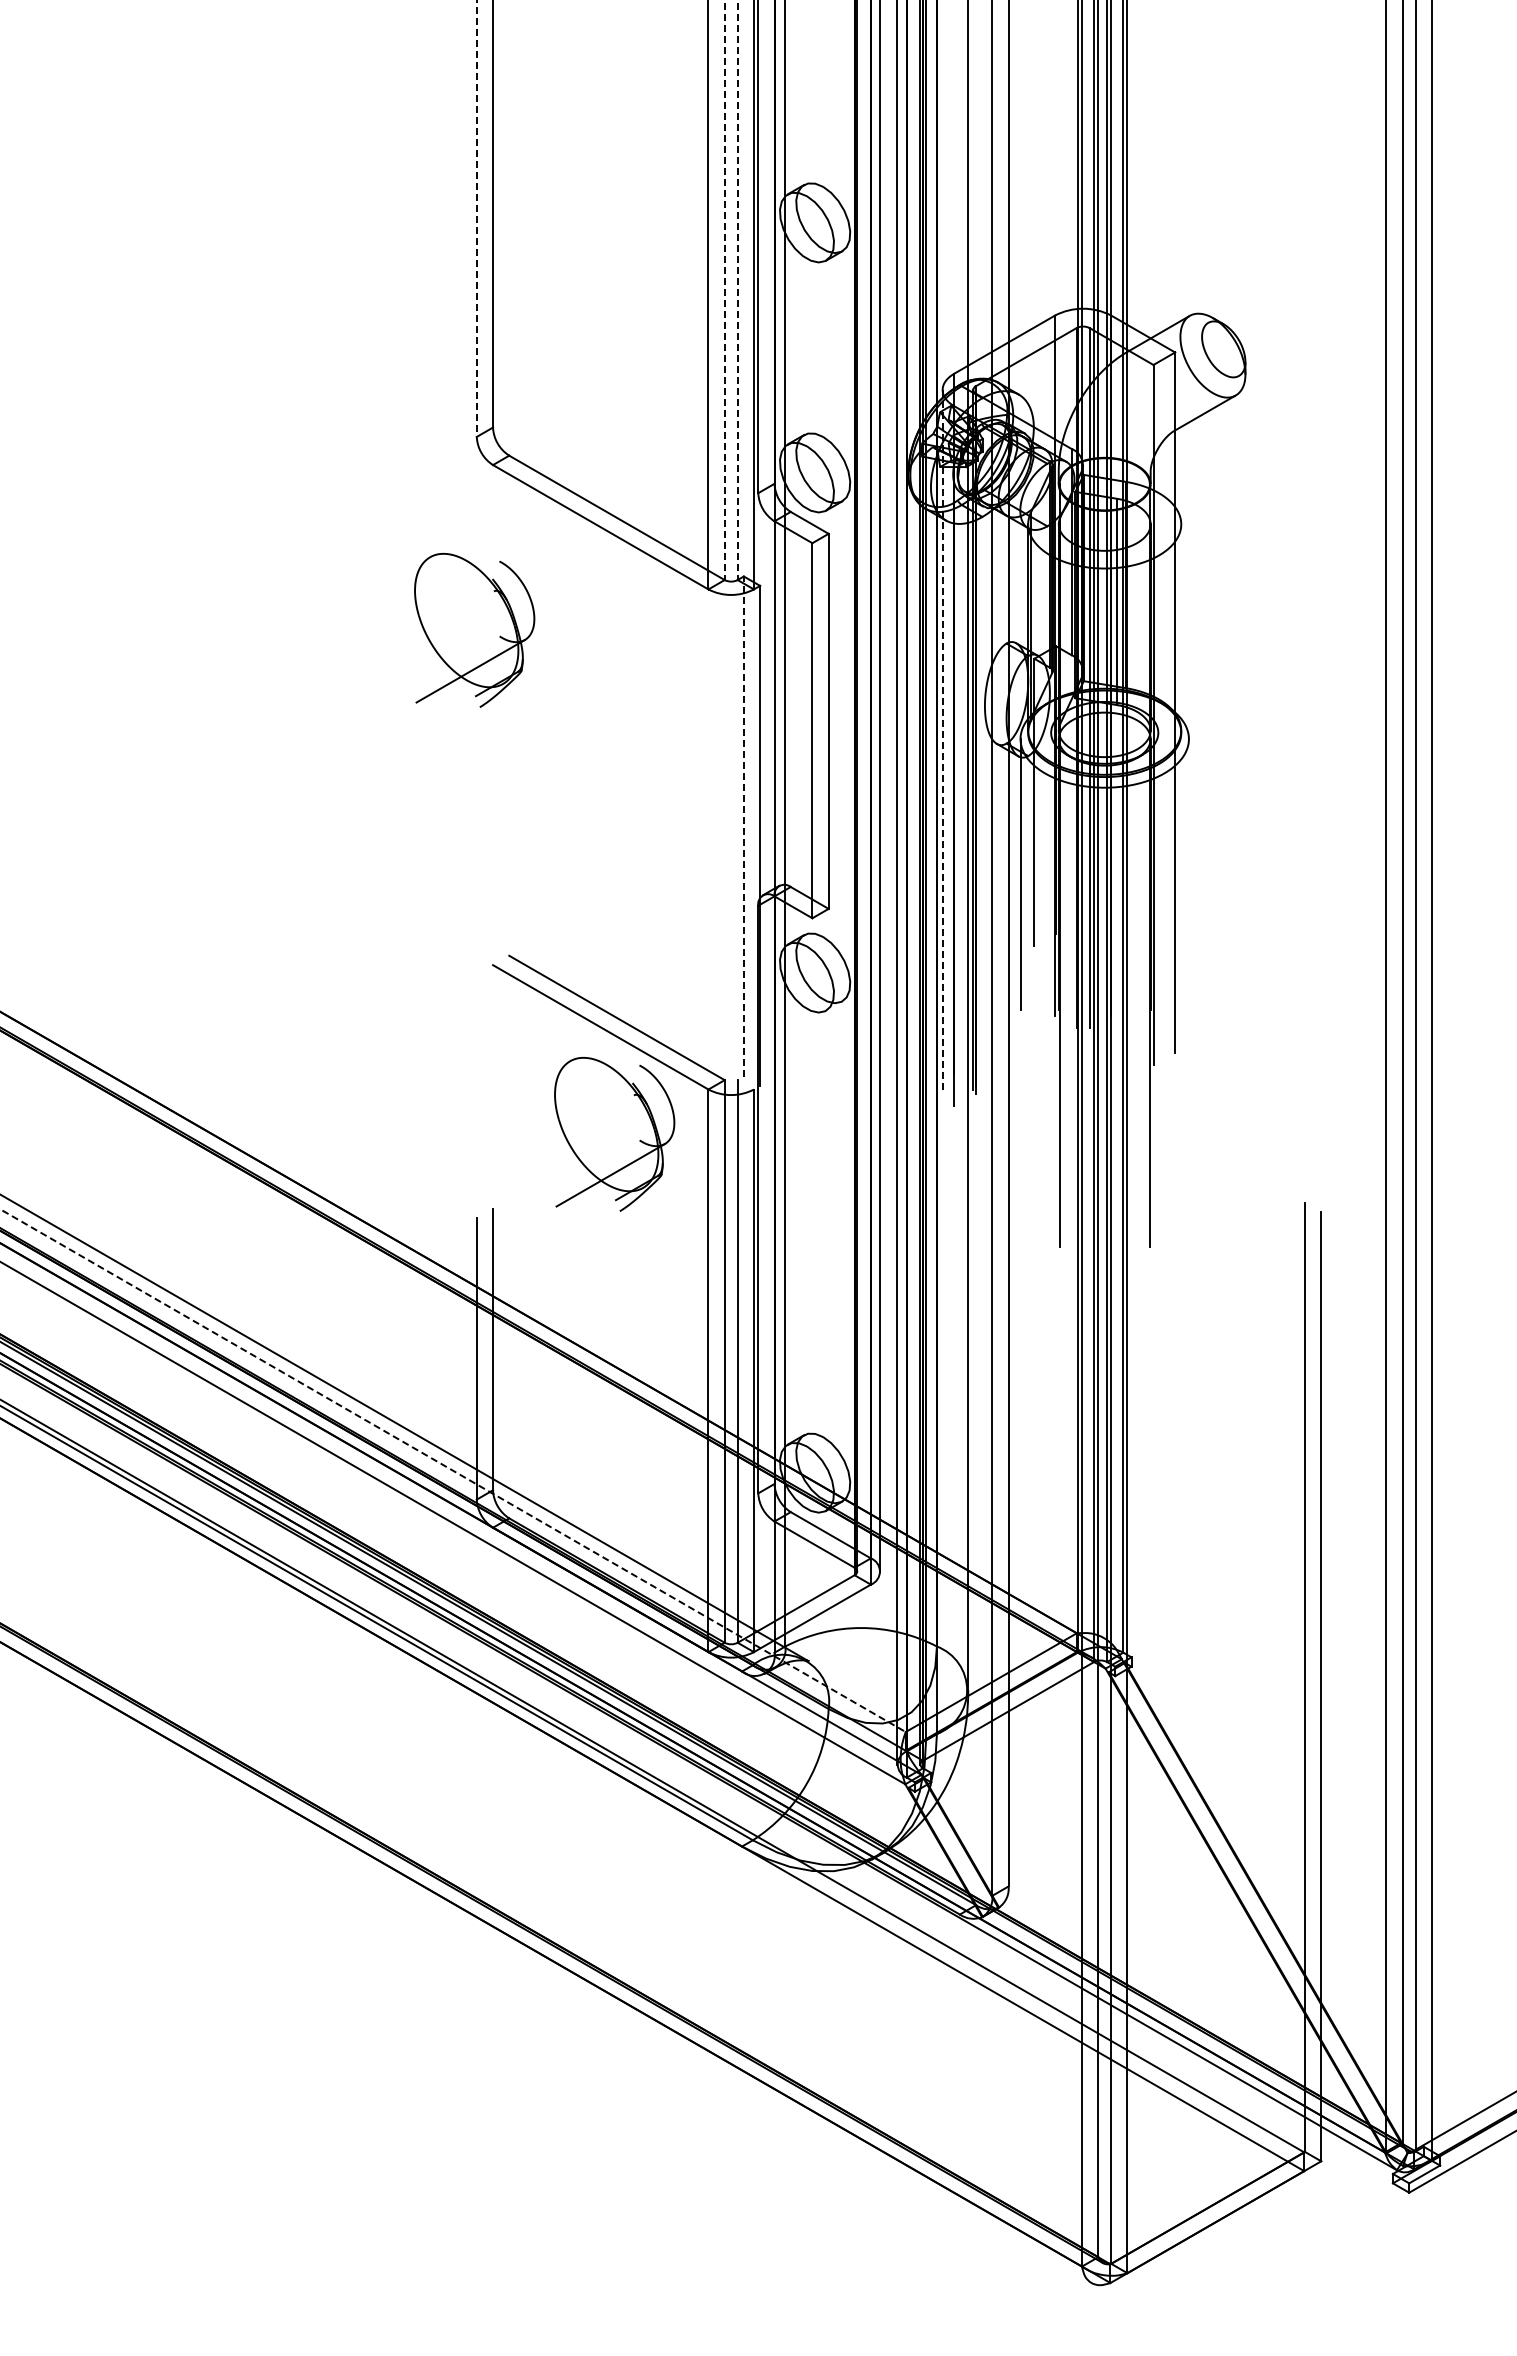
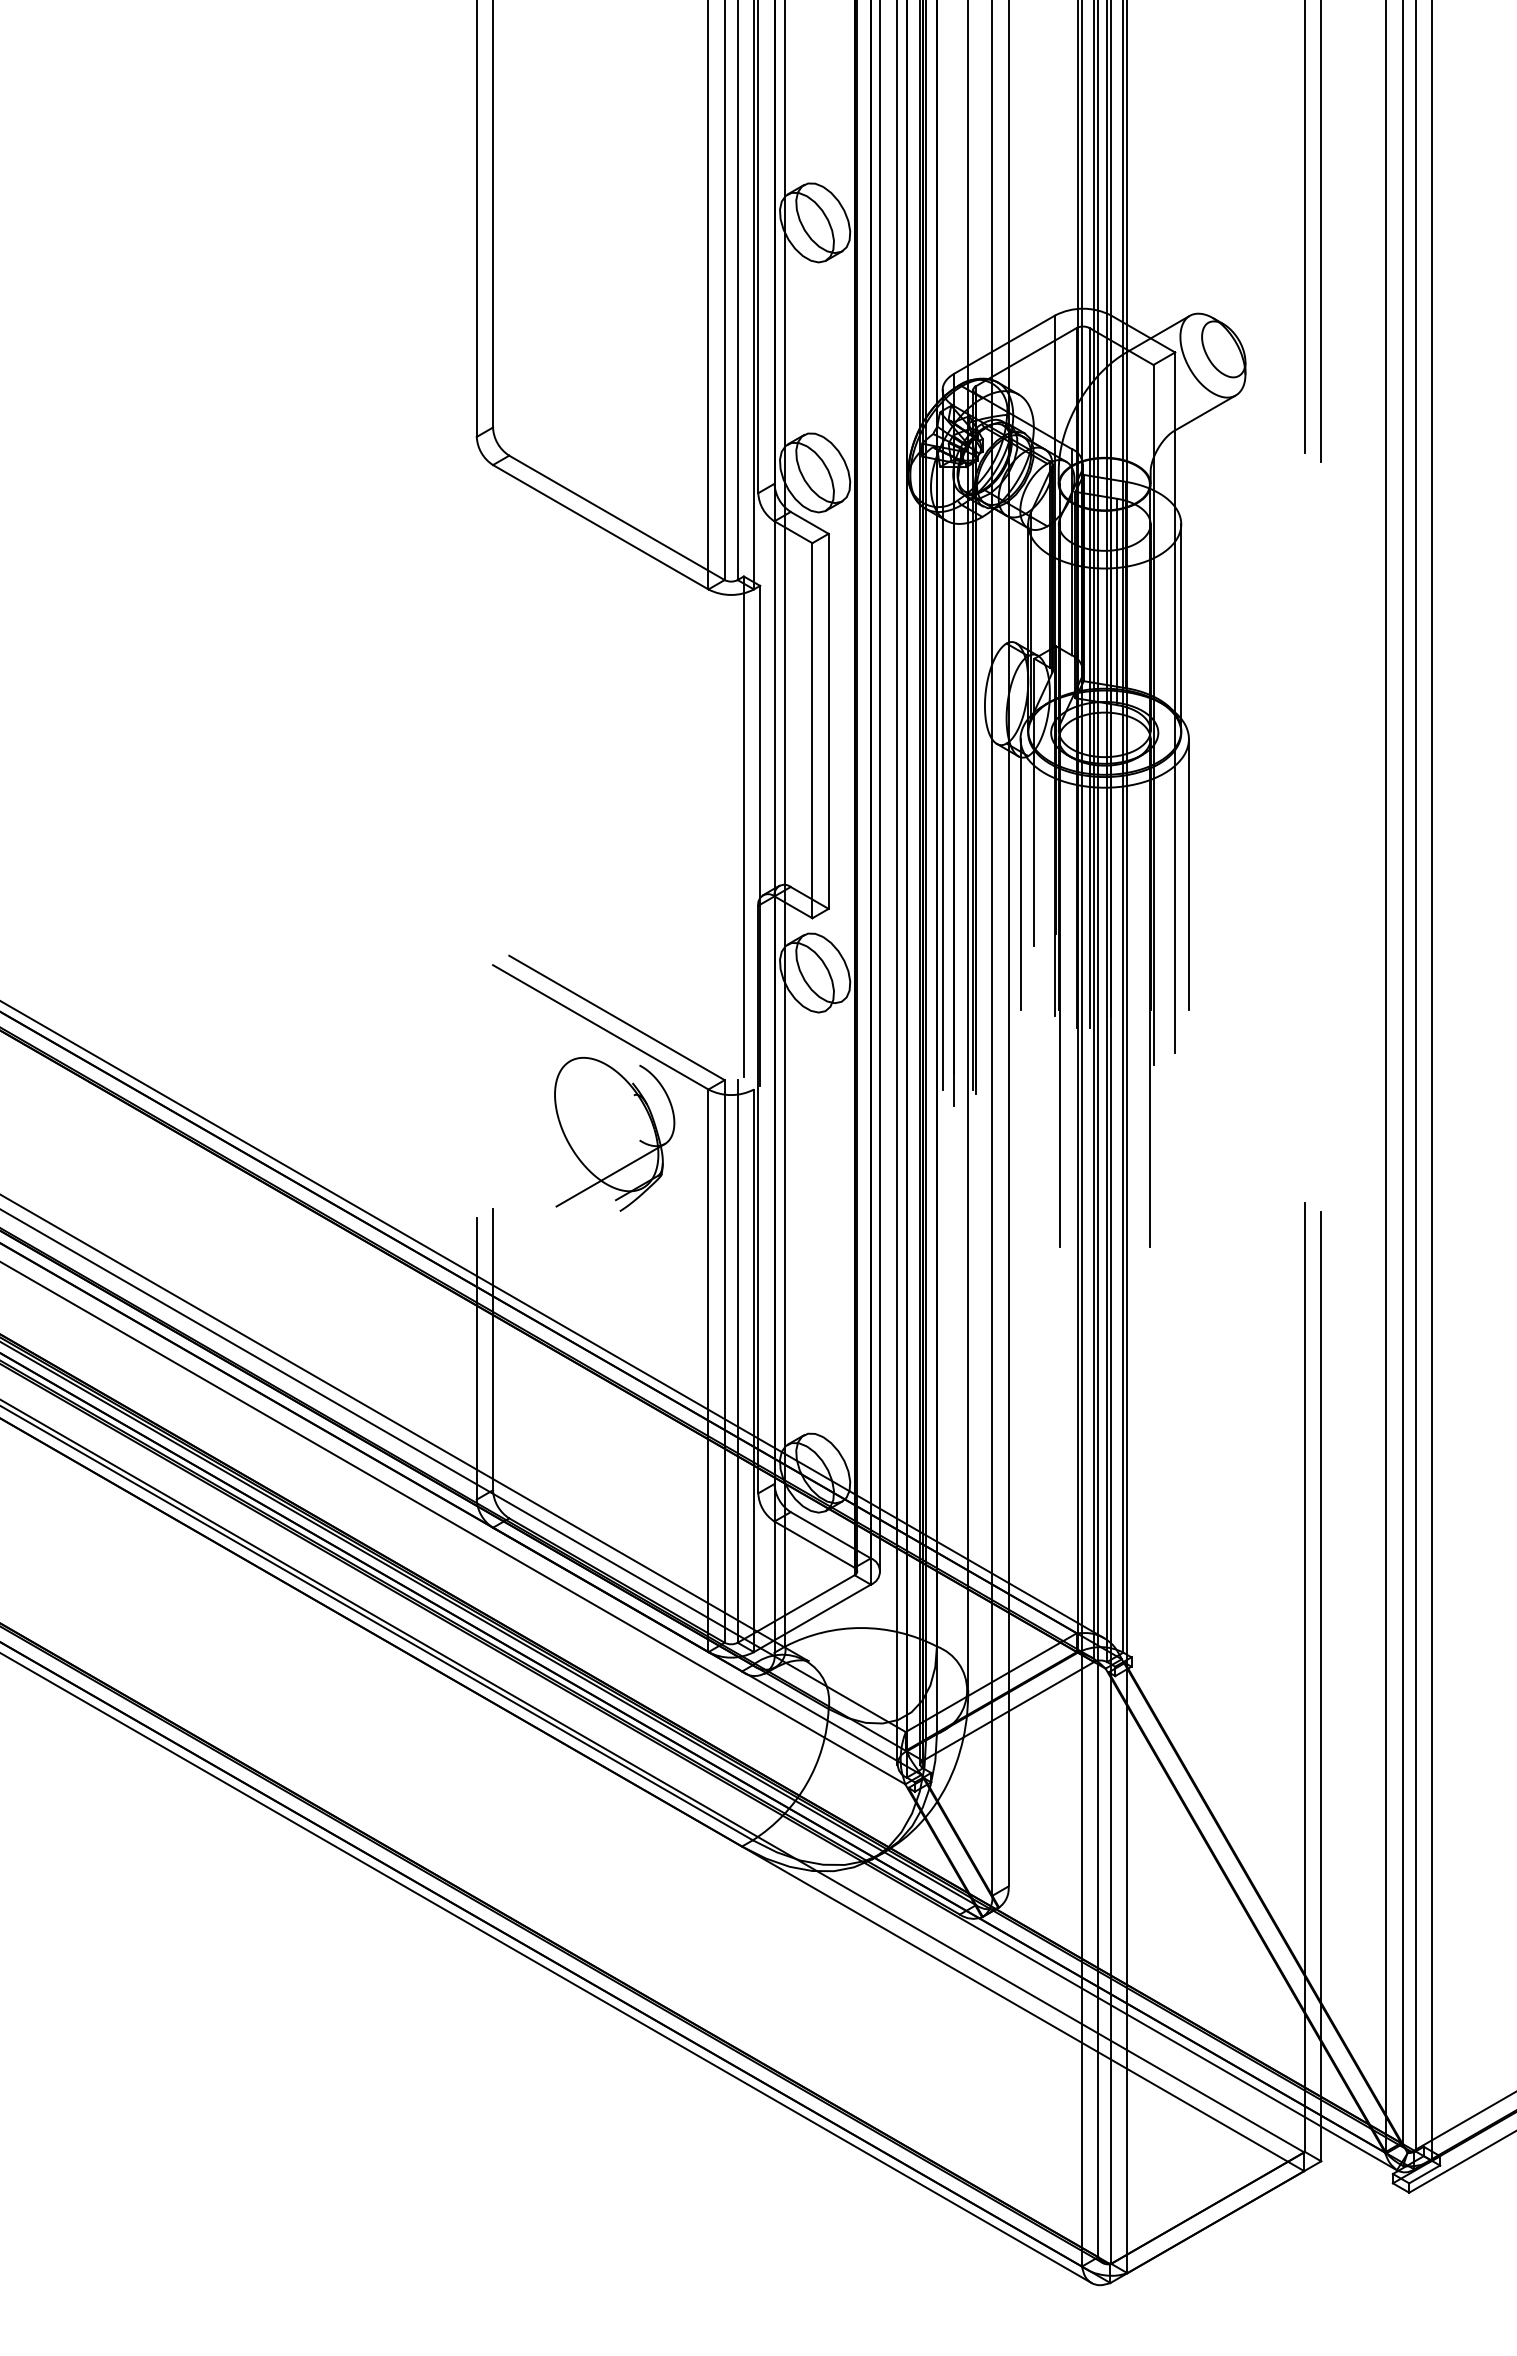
line at (476, 218): dashed -> solid
line at (1305, 227): none -> present
line at (1321, 231): none -> present
line at (724, 290): dashed -> solid
line at (737, 290): dashed -> solid
line at (1181, 627): none -> present
part at (474, 630): present -> none
line at (942, 740): dashed -> solid
line at (743, 826): dashed -> solid
line at (1188, 874): none -> present
line at (553, 1320): none -> present
line at (452, 1470): dashed -> solid
line at (546, 1968): none -> present
